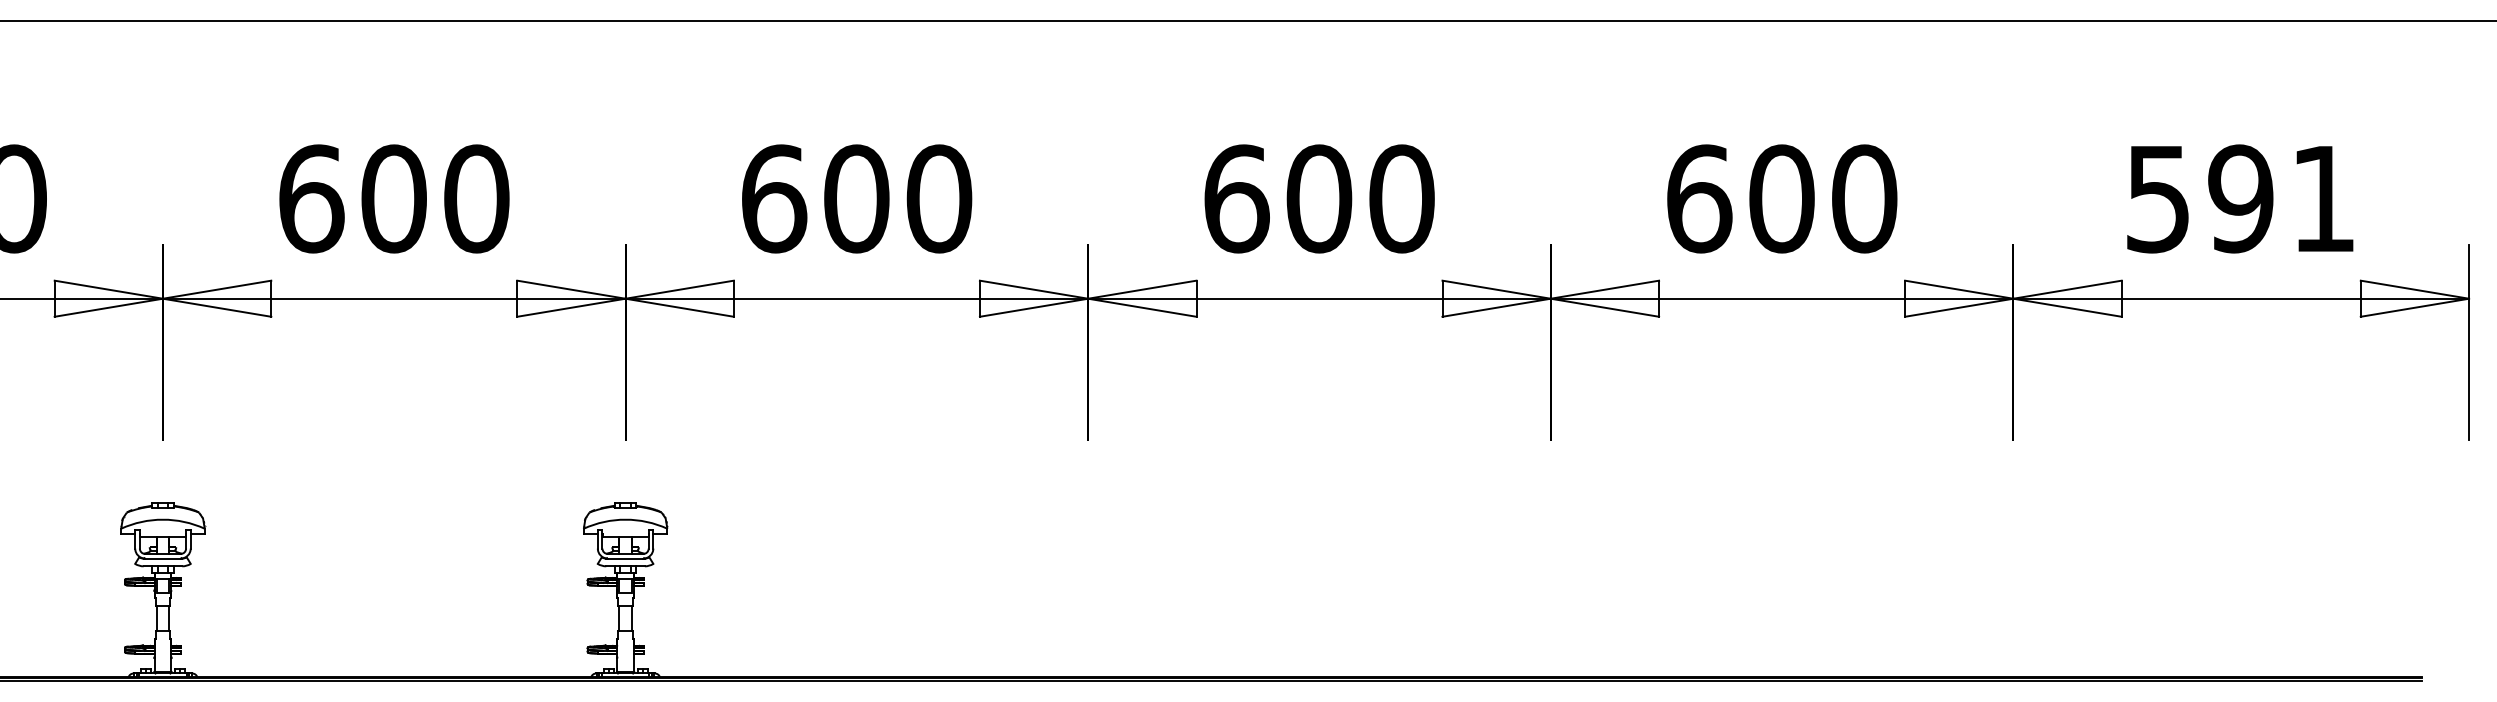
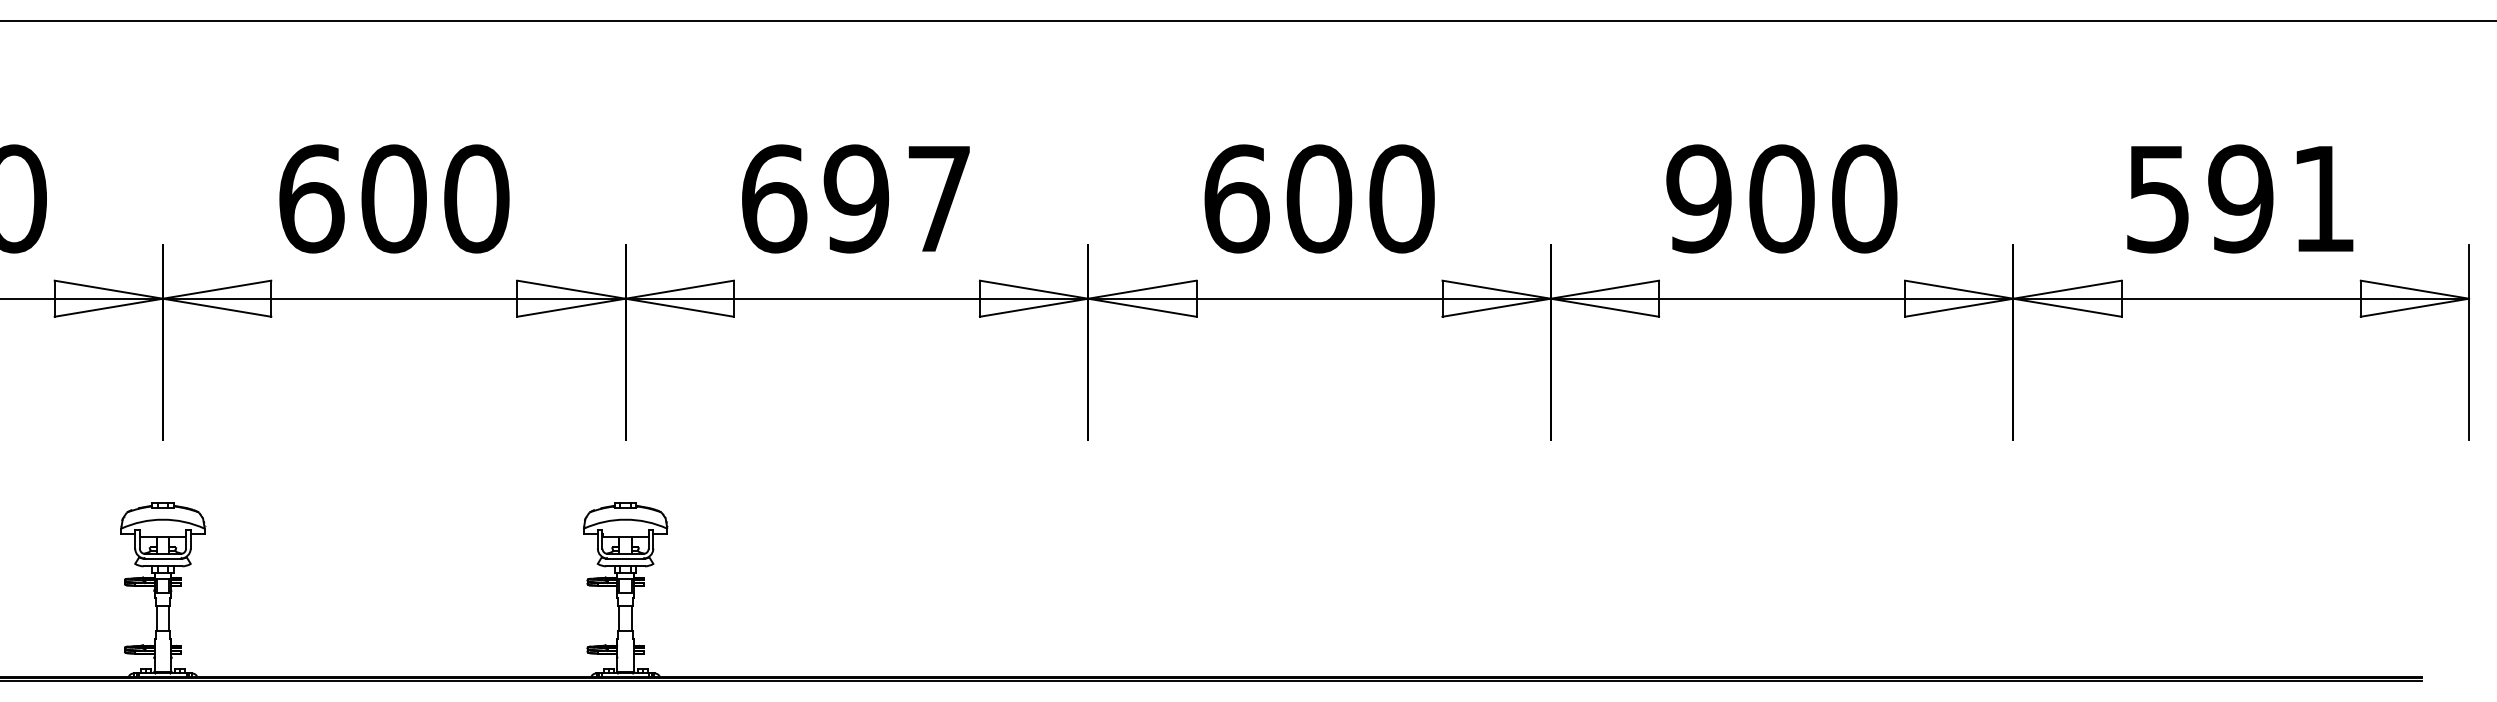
text at (897, 198): 600 -> 697
text at (1699, 198): 600 -> 900
